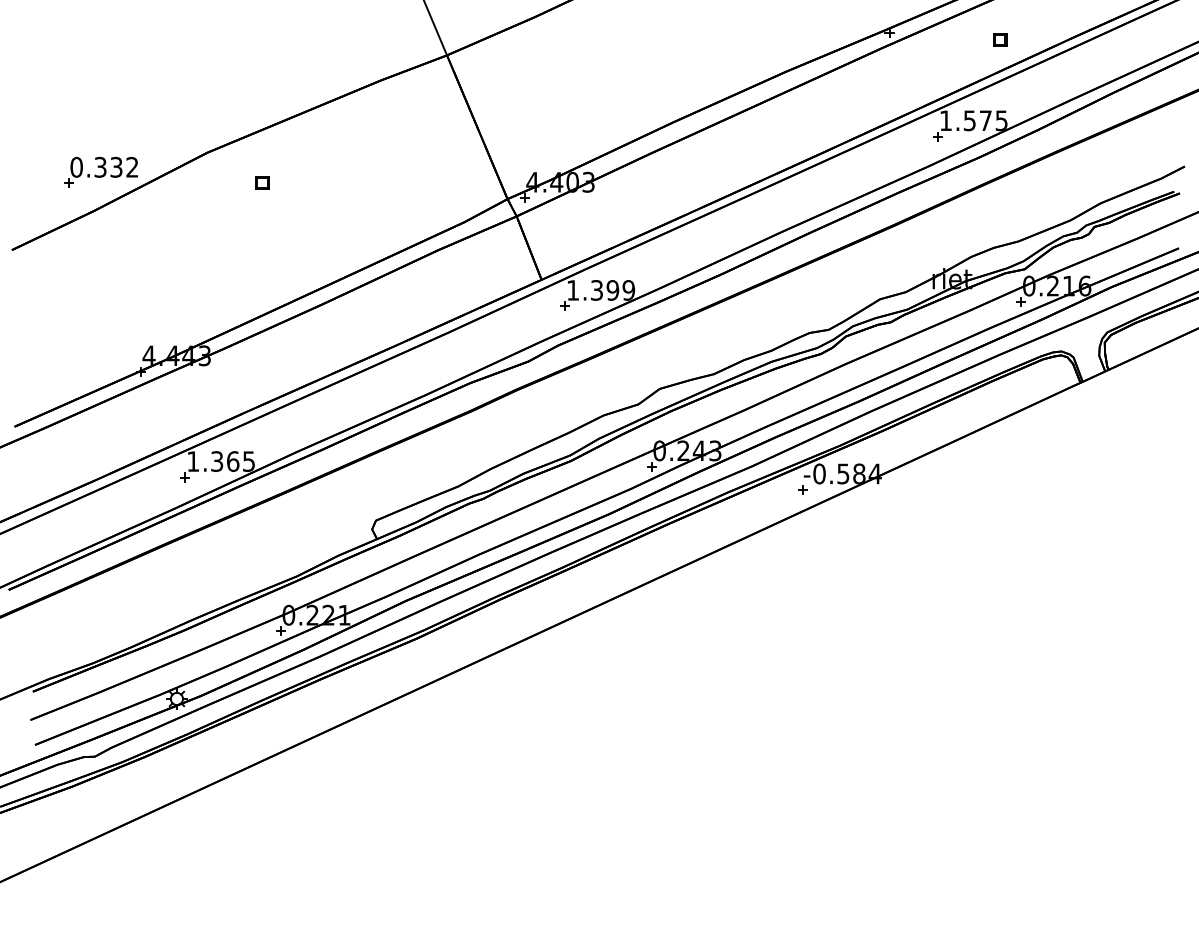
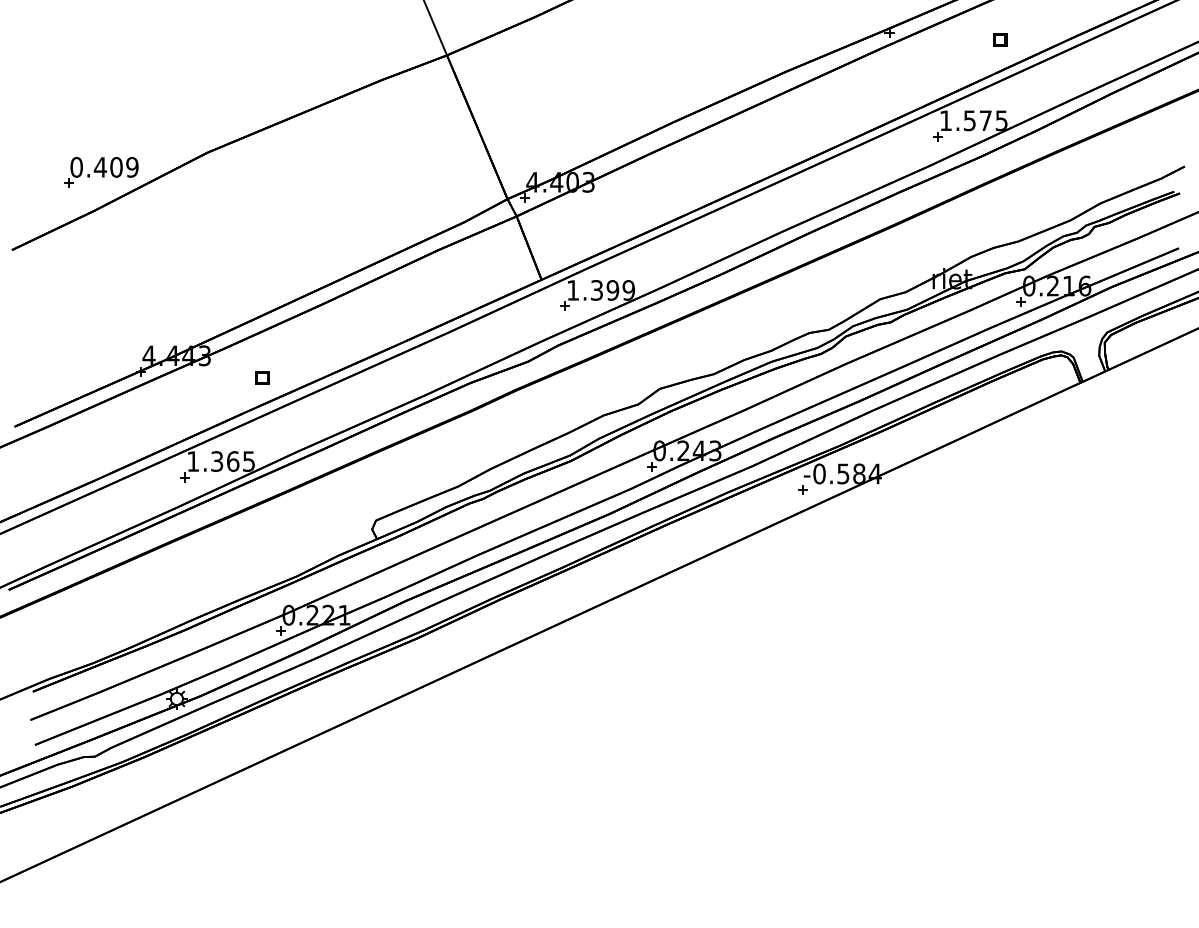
text at (115, 166): 0.332 -> 0.409
part at (262, 182) position: (262, 182) -> (262, 377)
